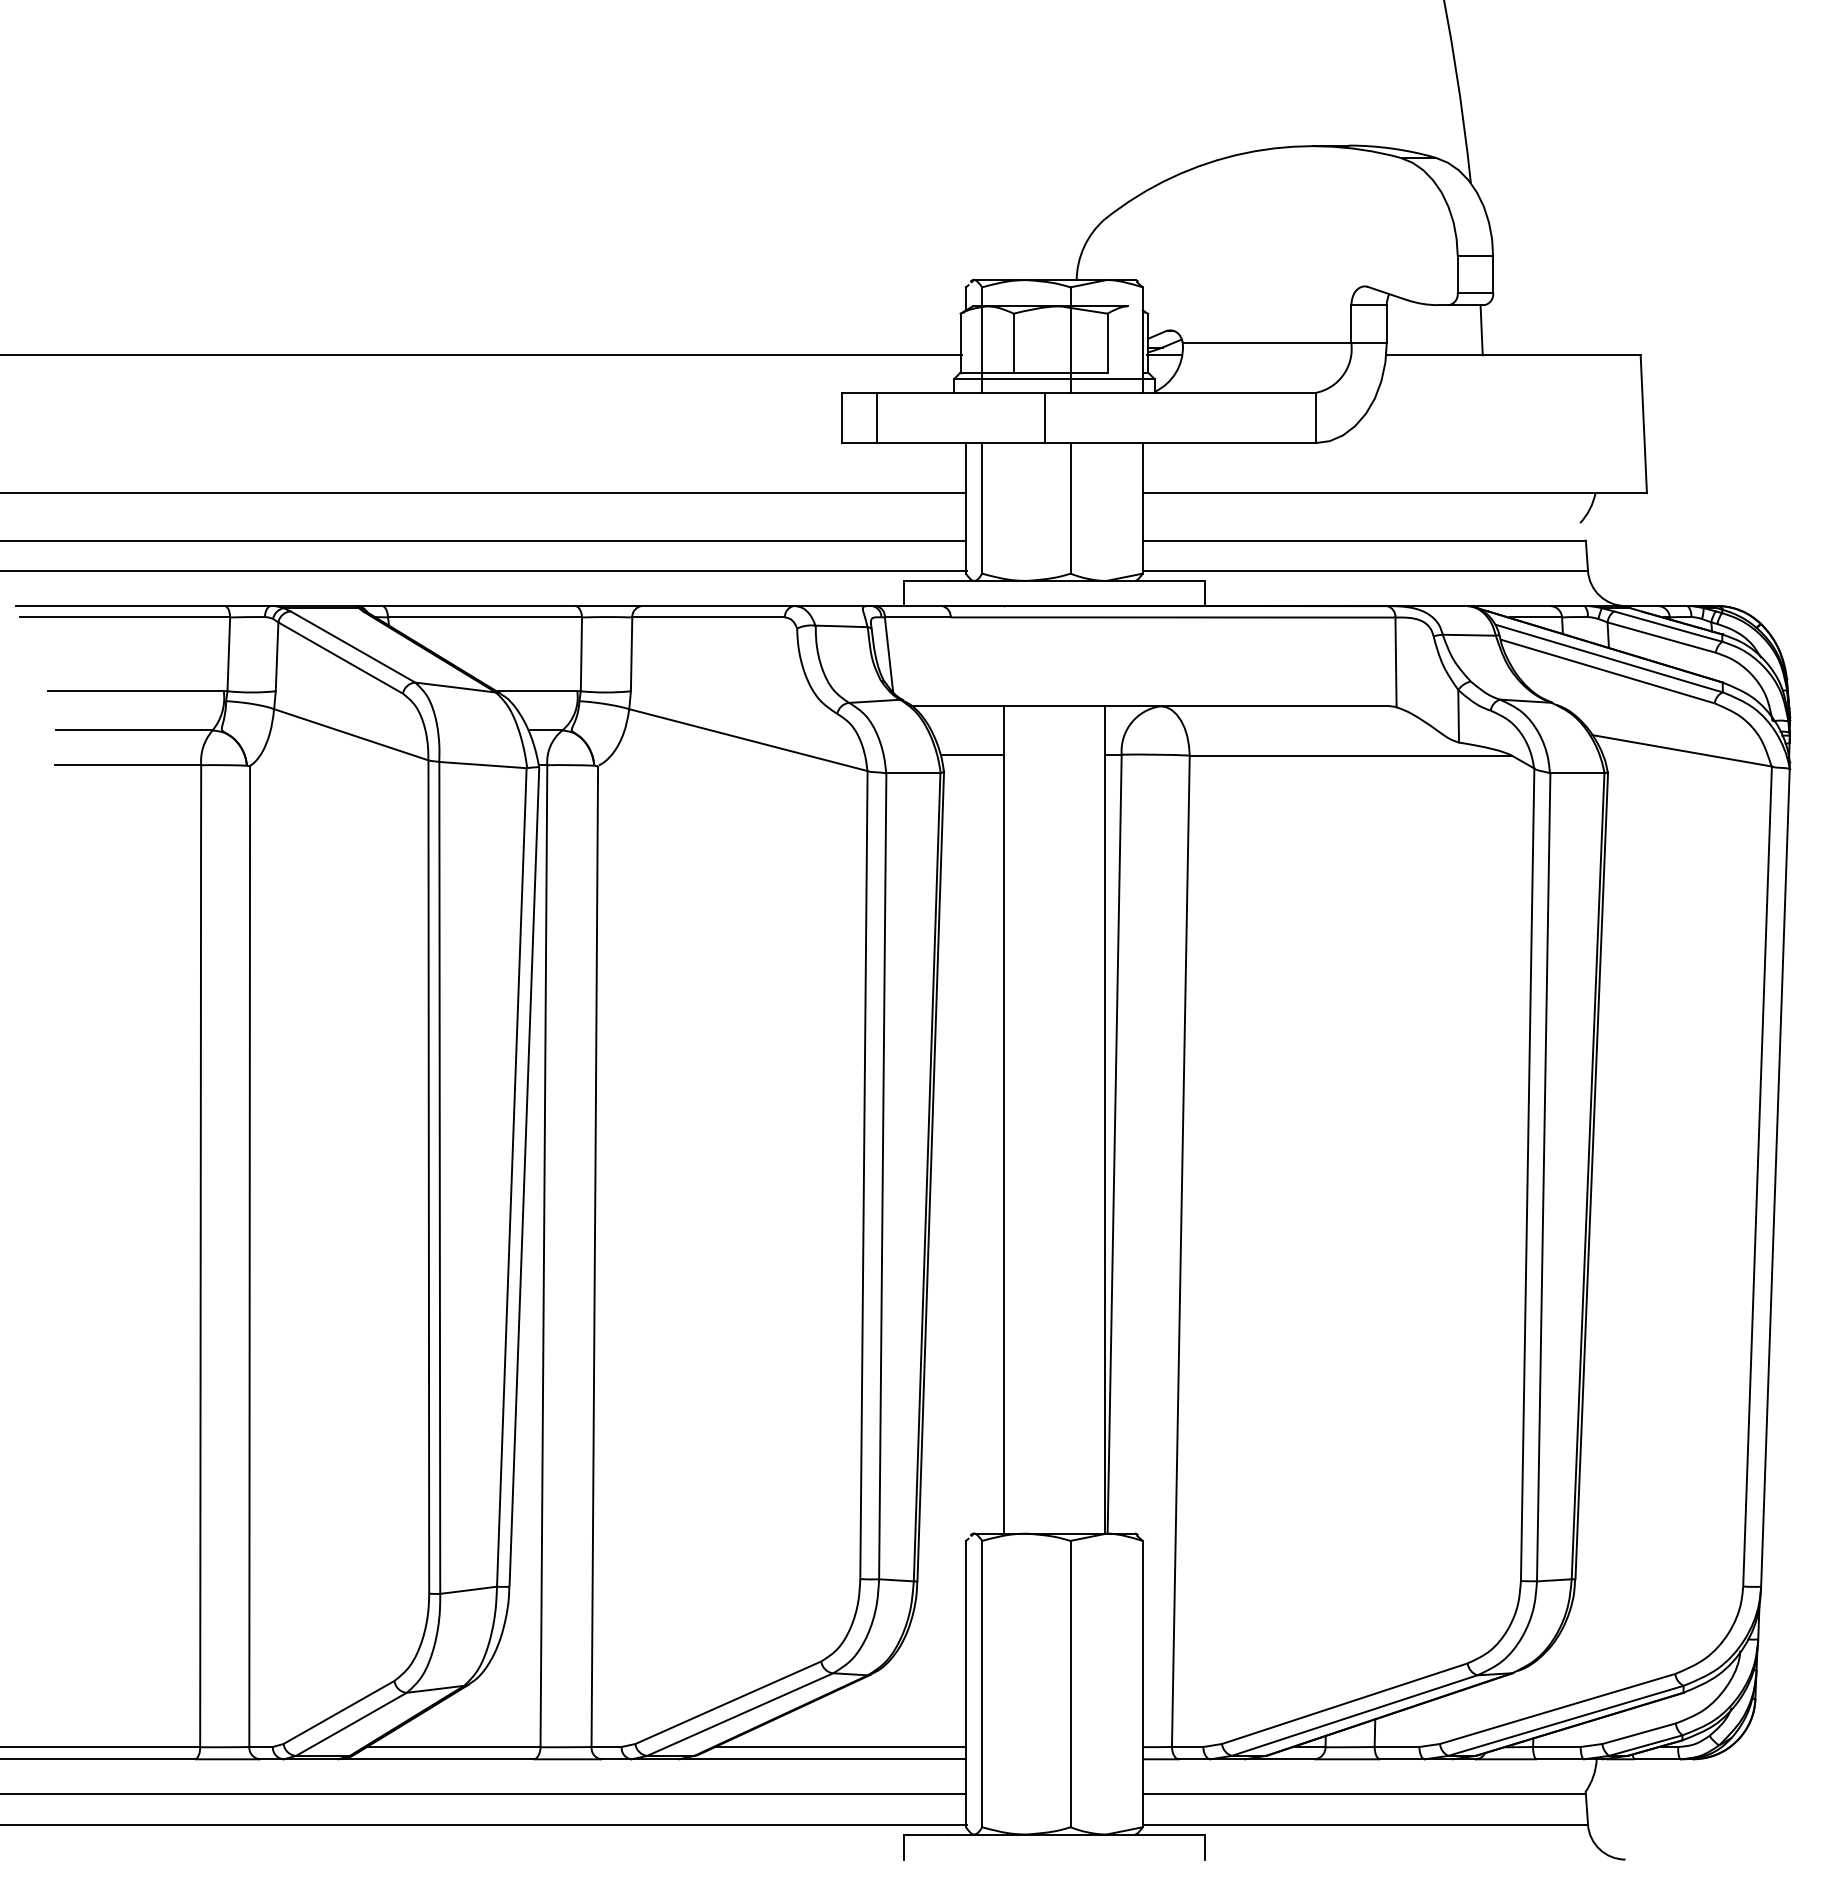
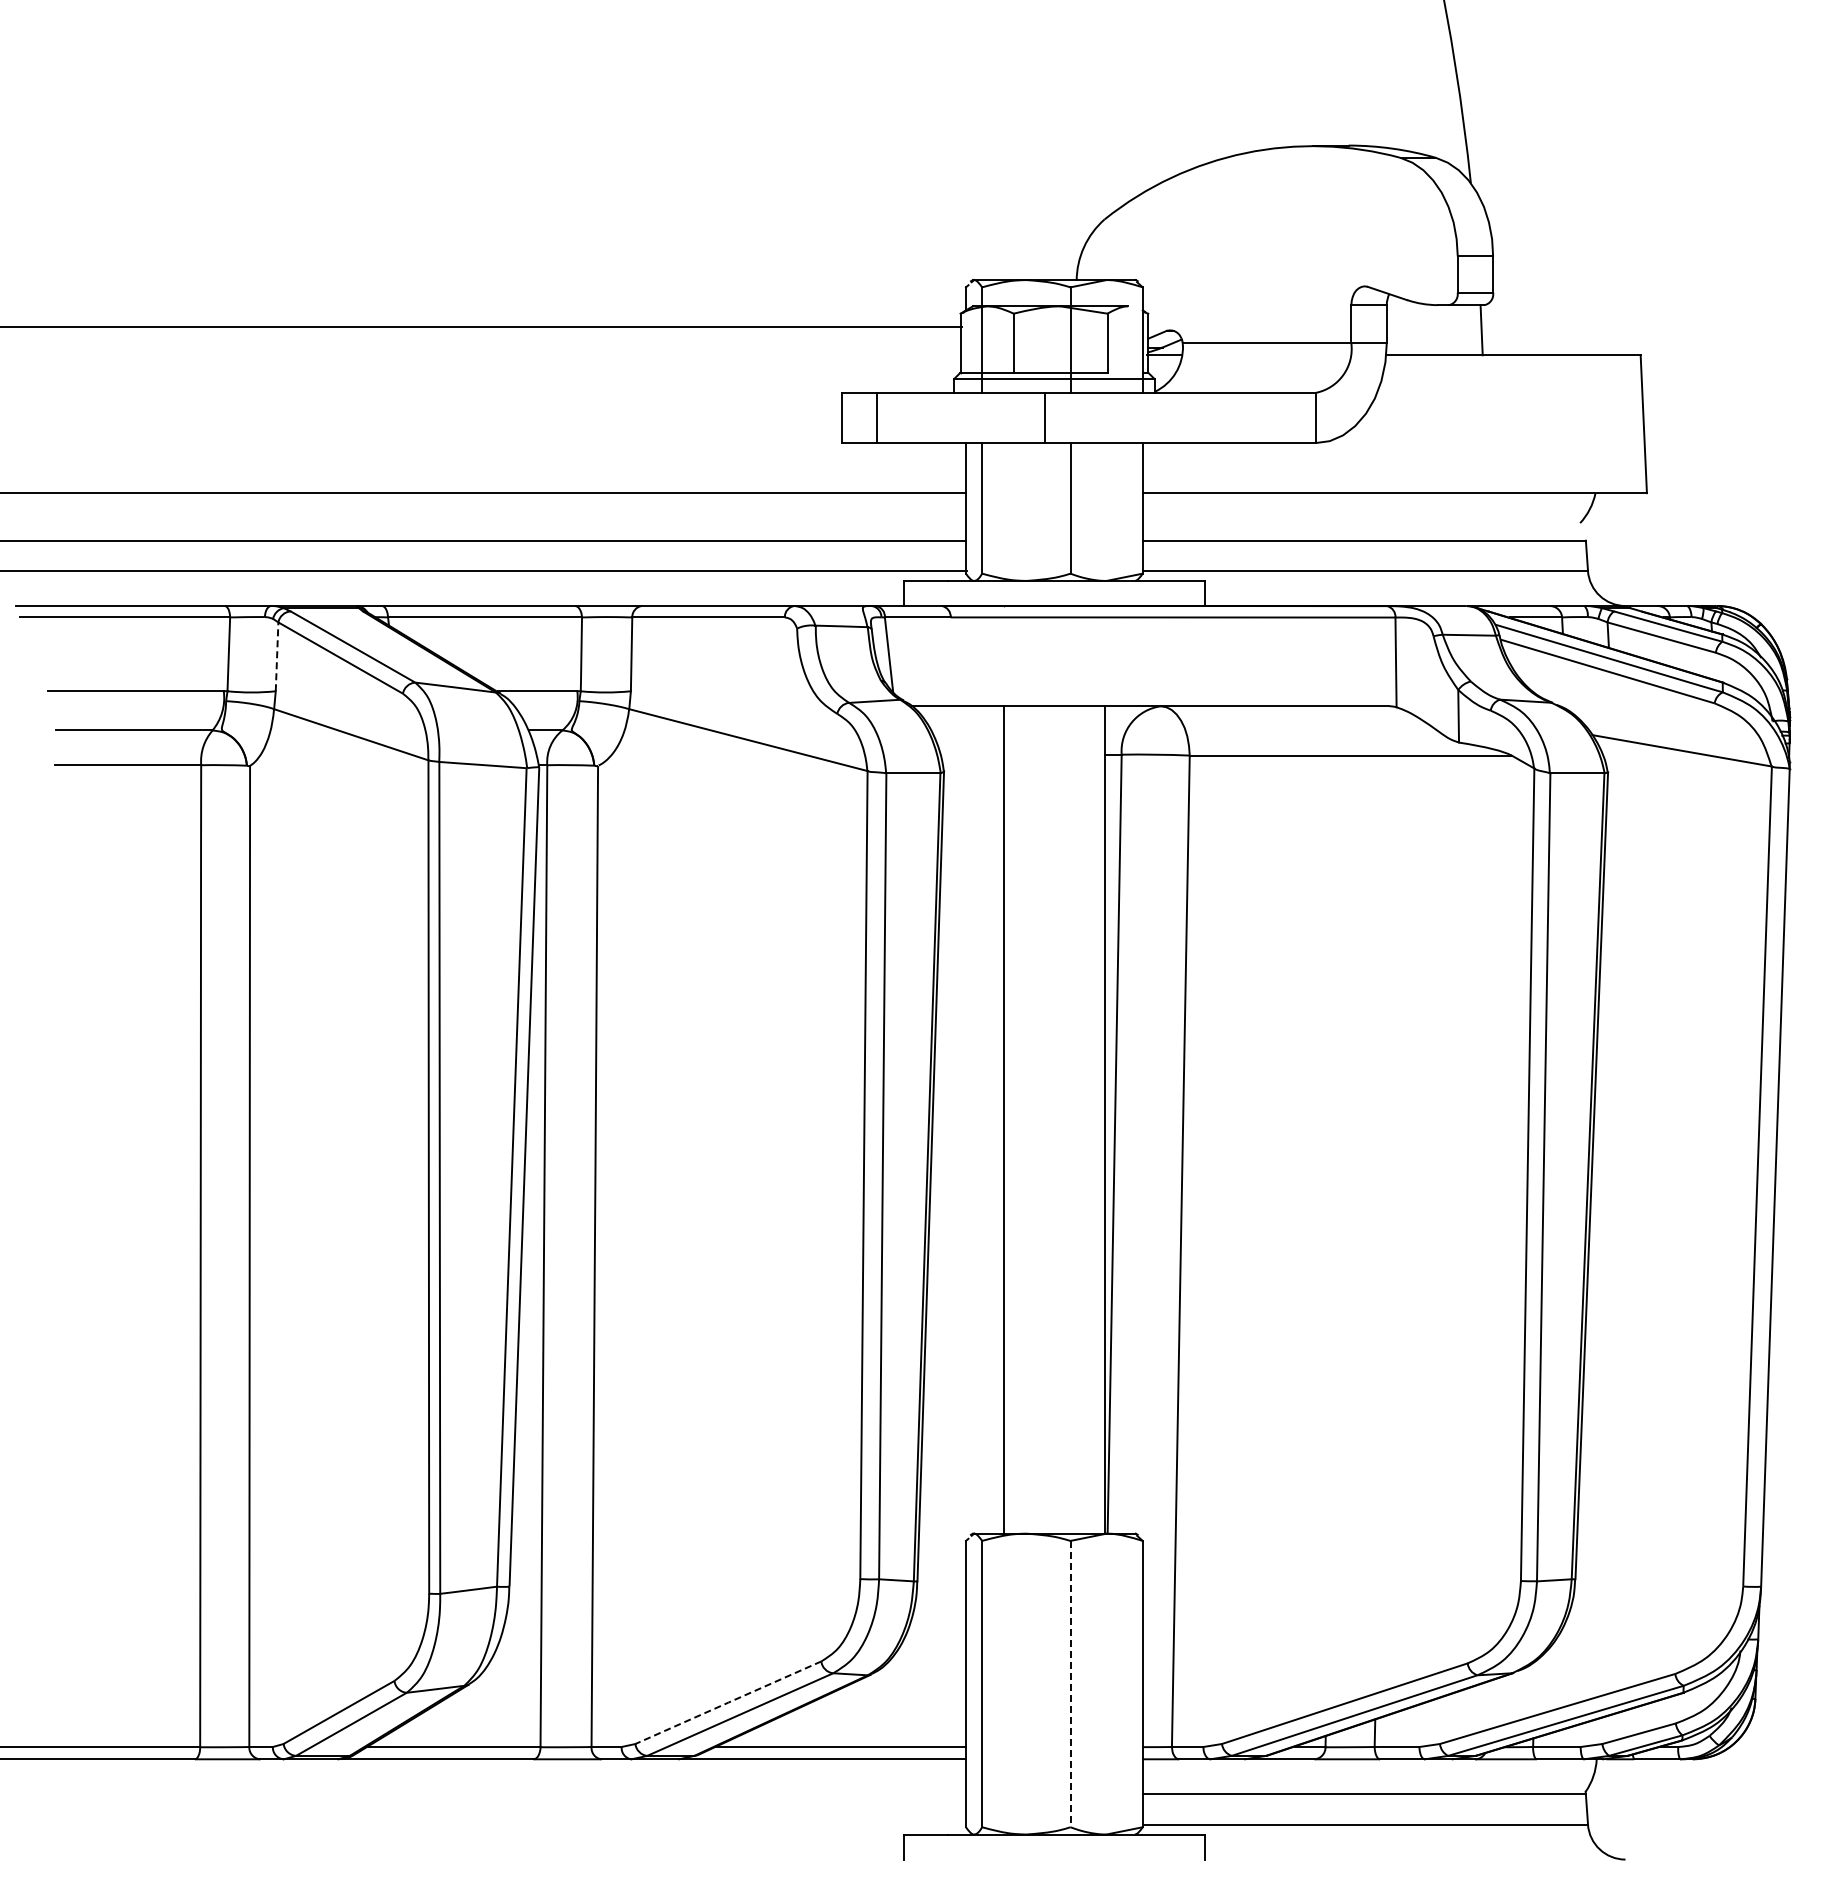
line at (481, 355) position: (481, 355) -> (481, 327)
line at (277, 656): solid -> dashed
line at (973, 754): present -> none
line at (1070, 1684): solid -> dashed
line at (728, 1702): solid -> dashed
line at (483, 1794): present -> none
line at (484, 1824): present -> none
